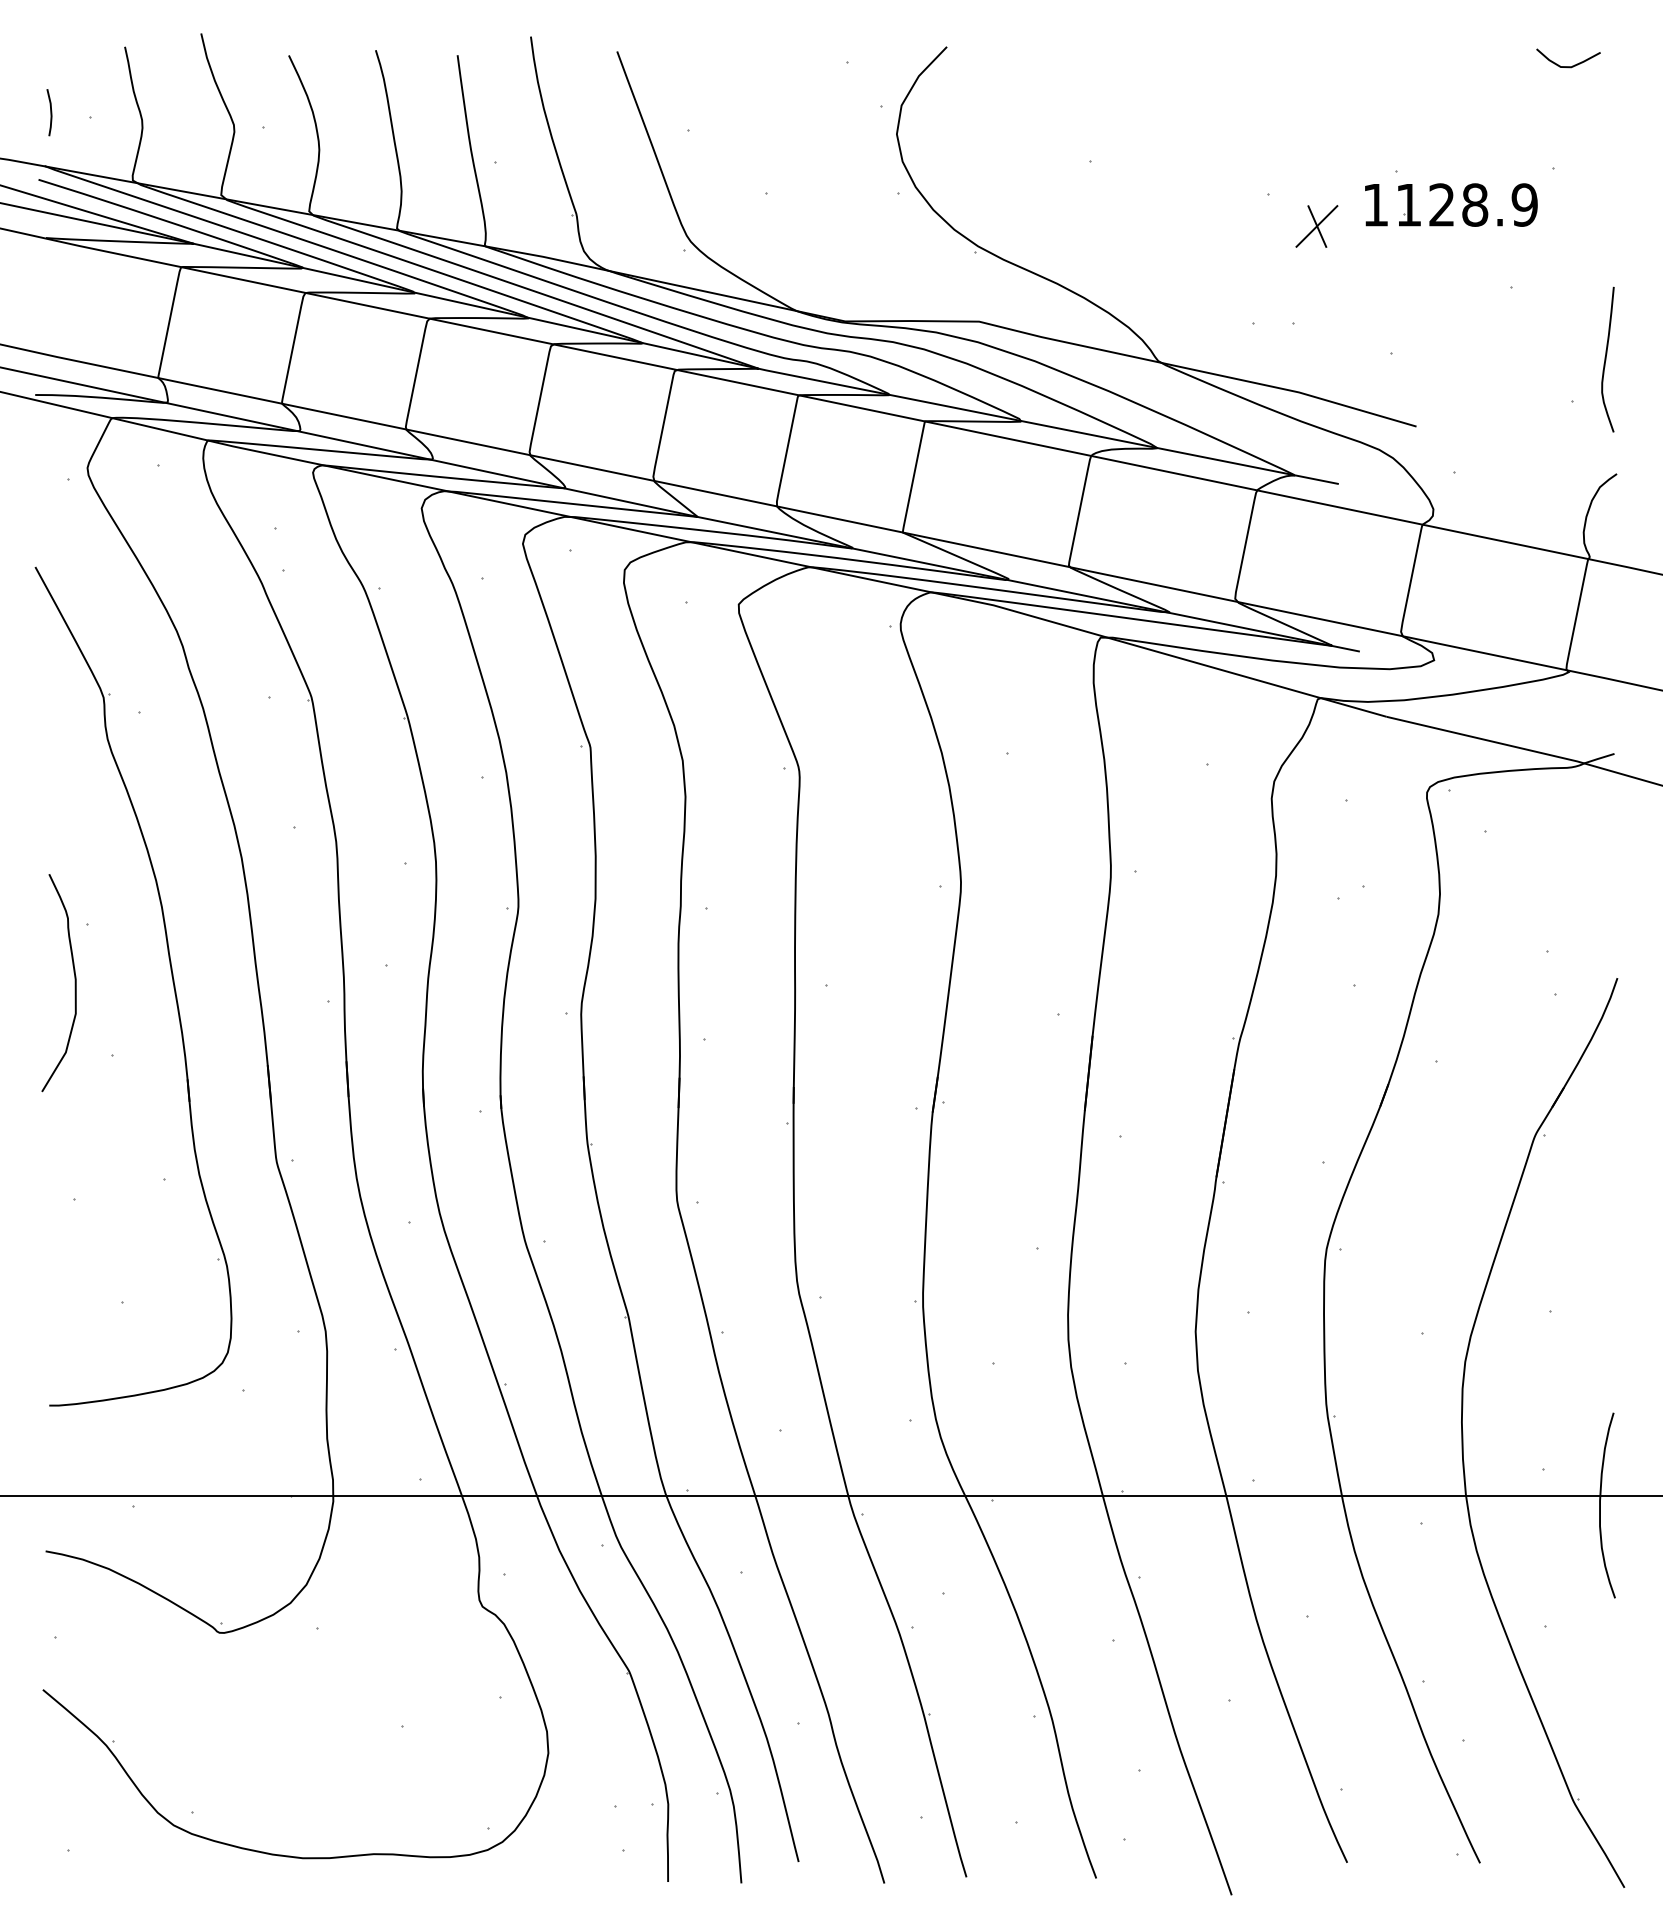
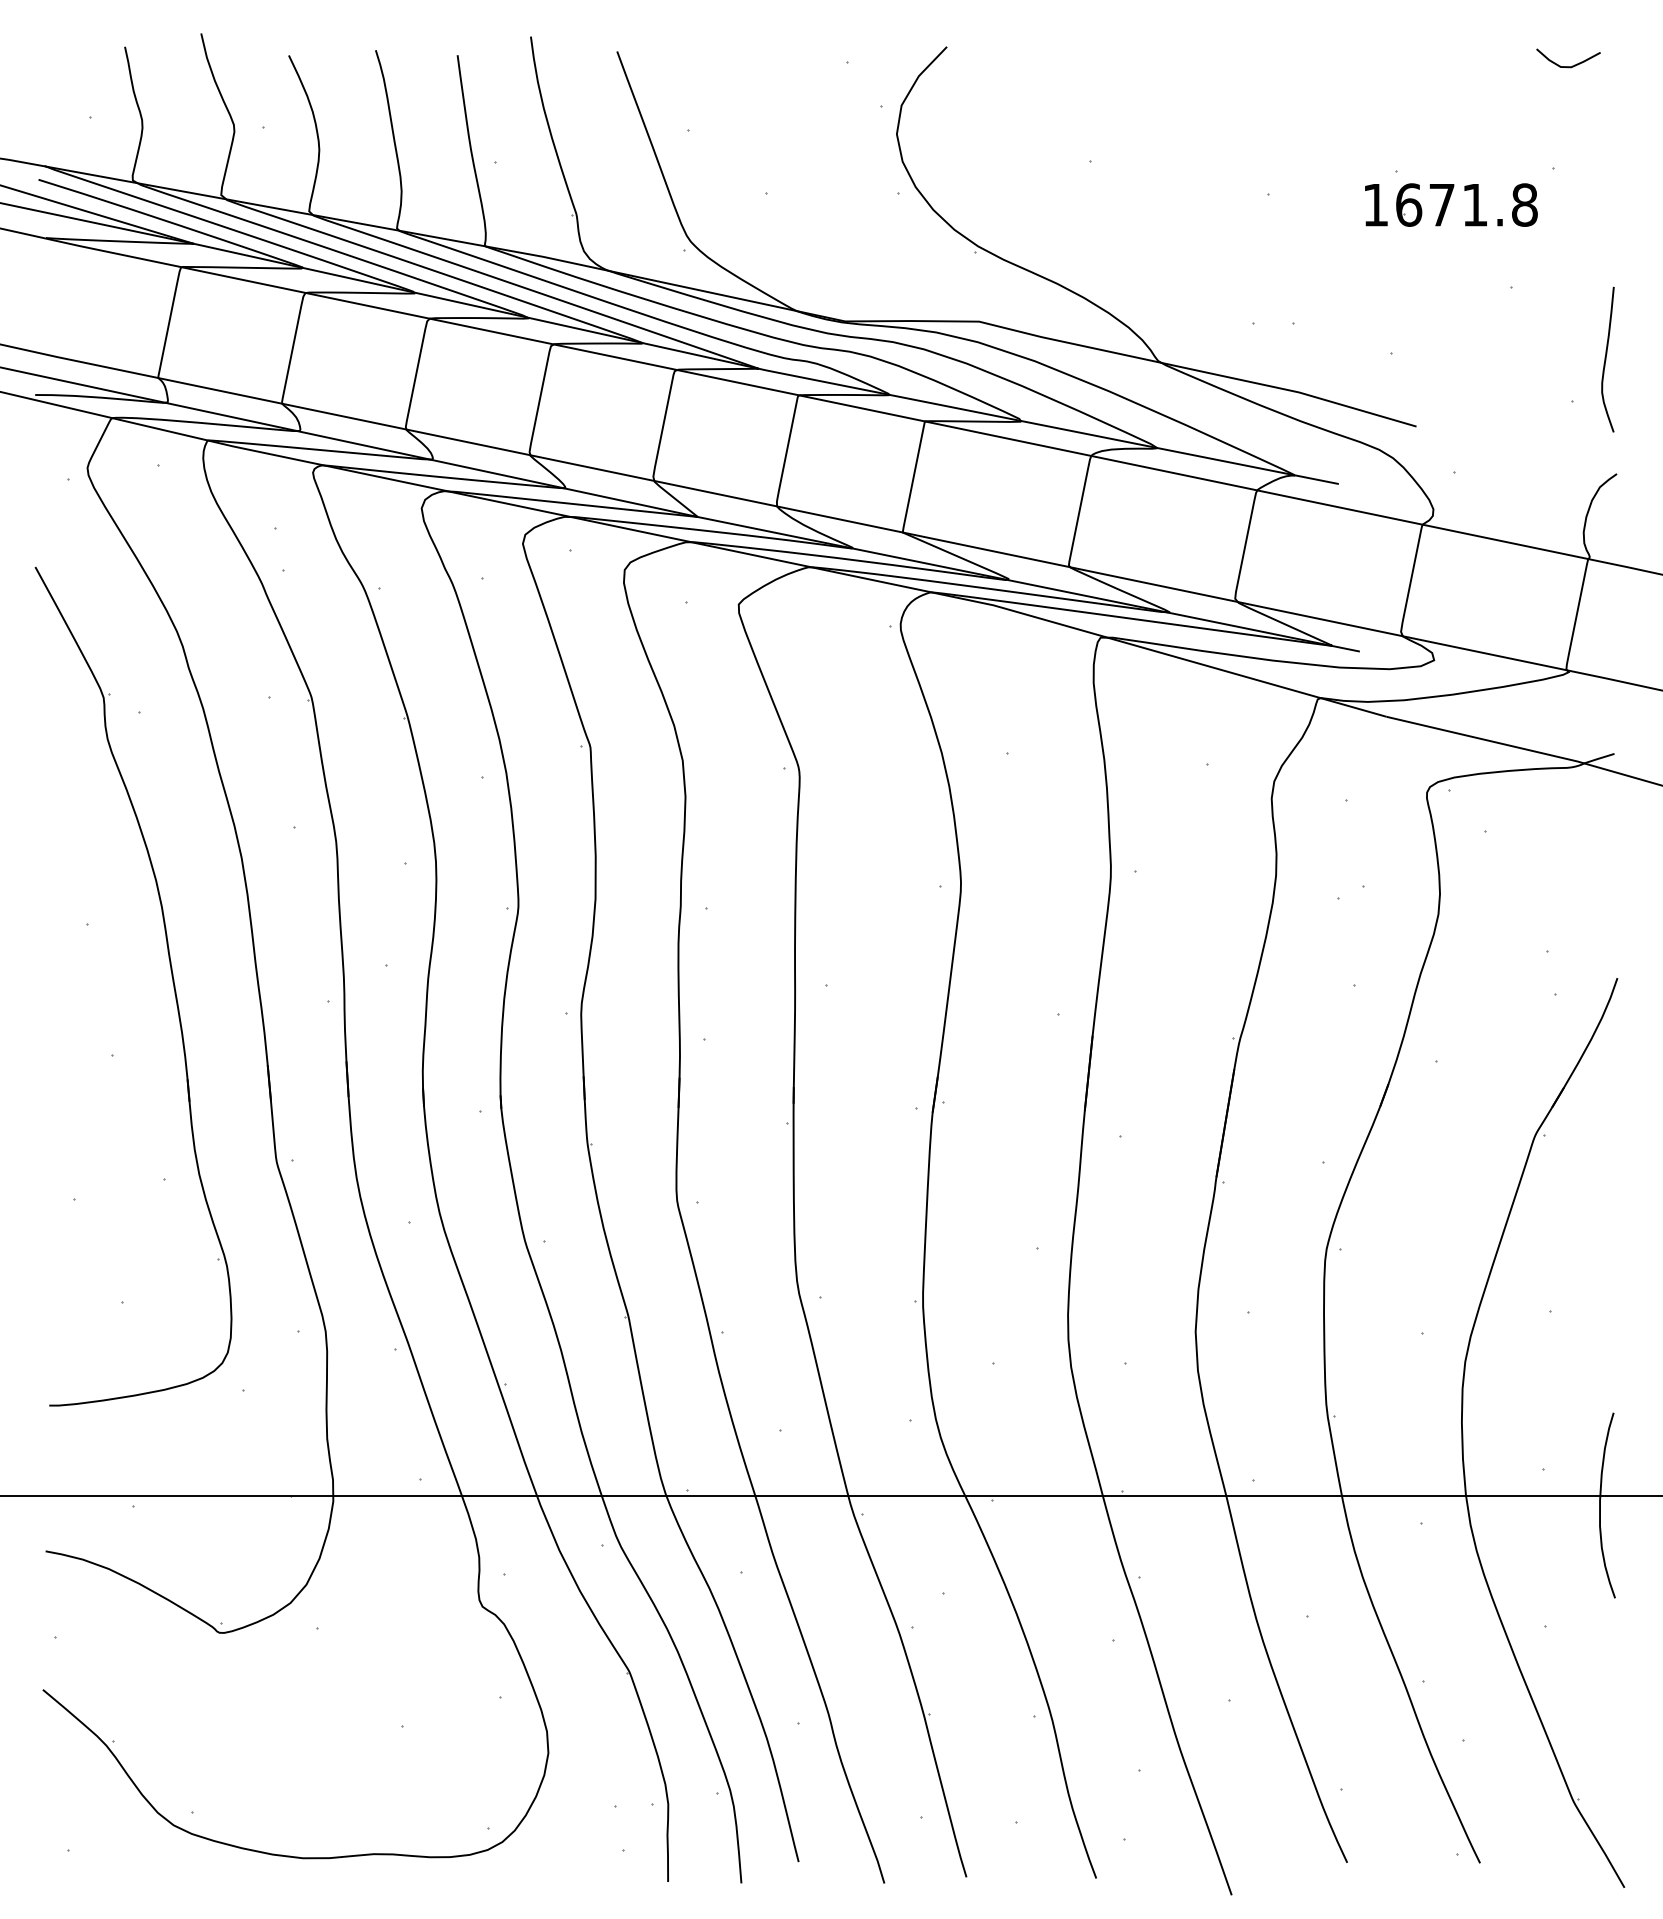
line at (50, 112): present -> none
text at (1466, 204): 1128.9 -> 1671.8
part at (1316, 226): present -> none
curve at (74, 983): present -> none
